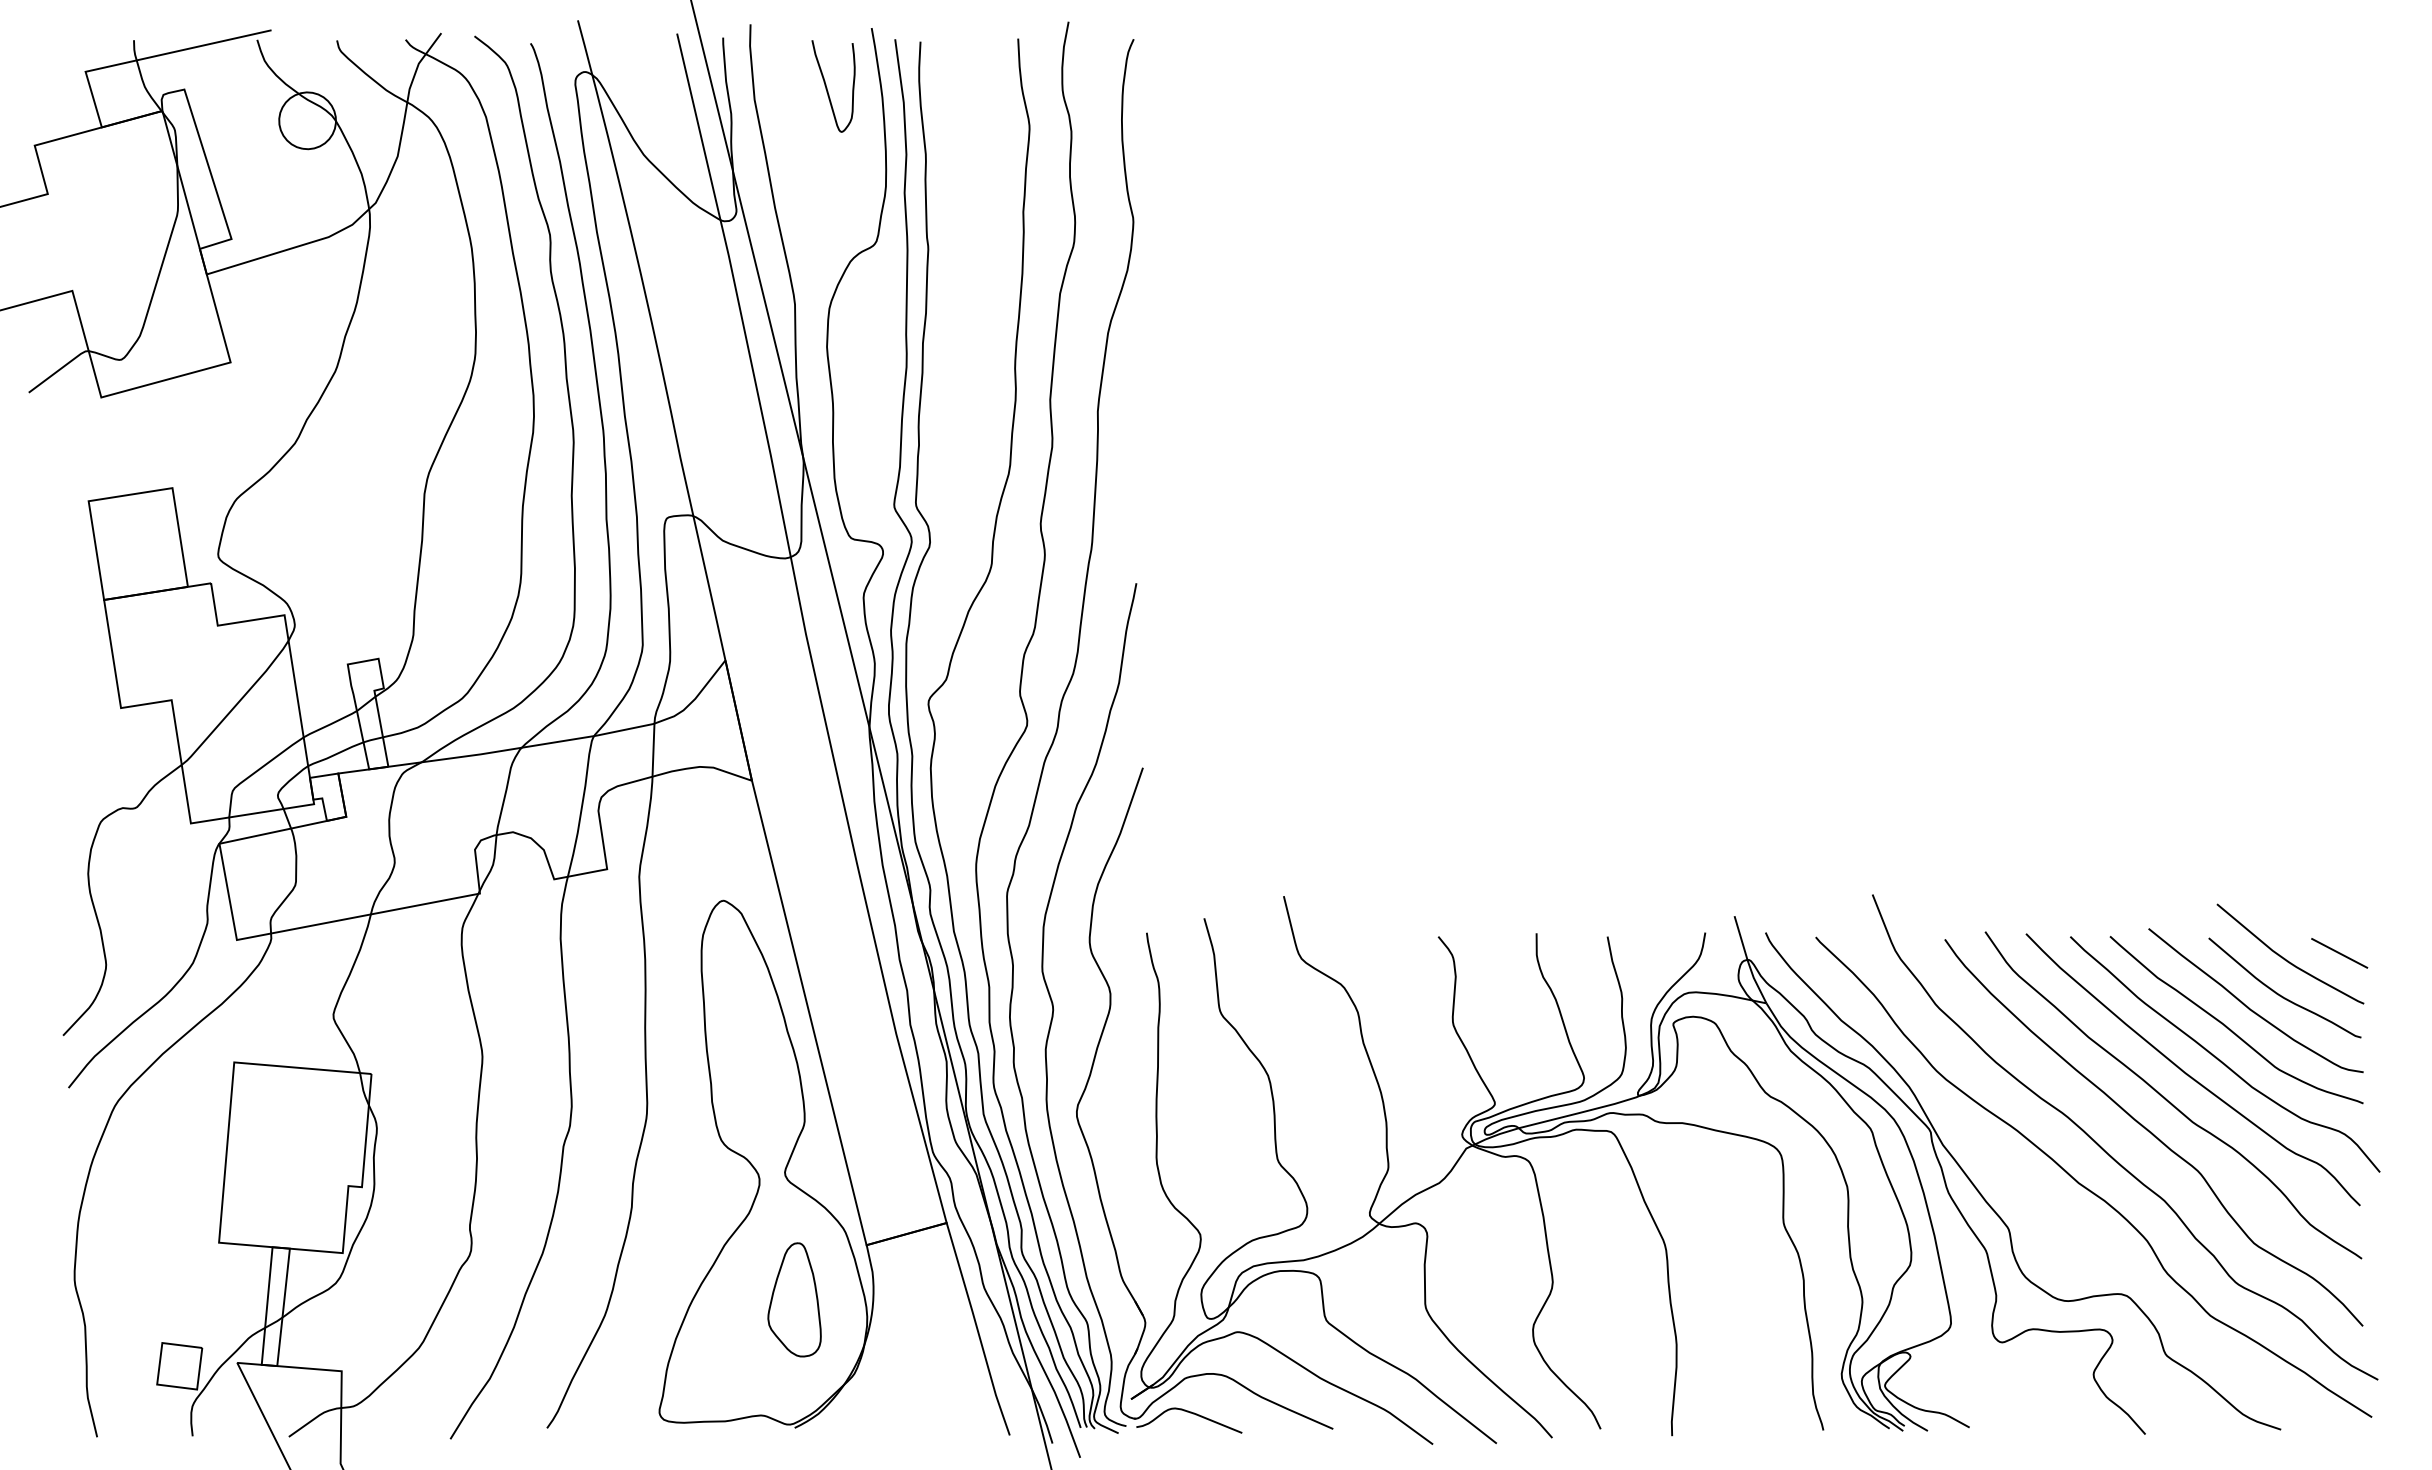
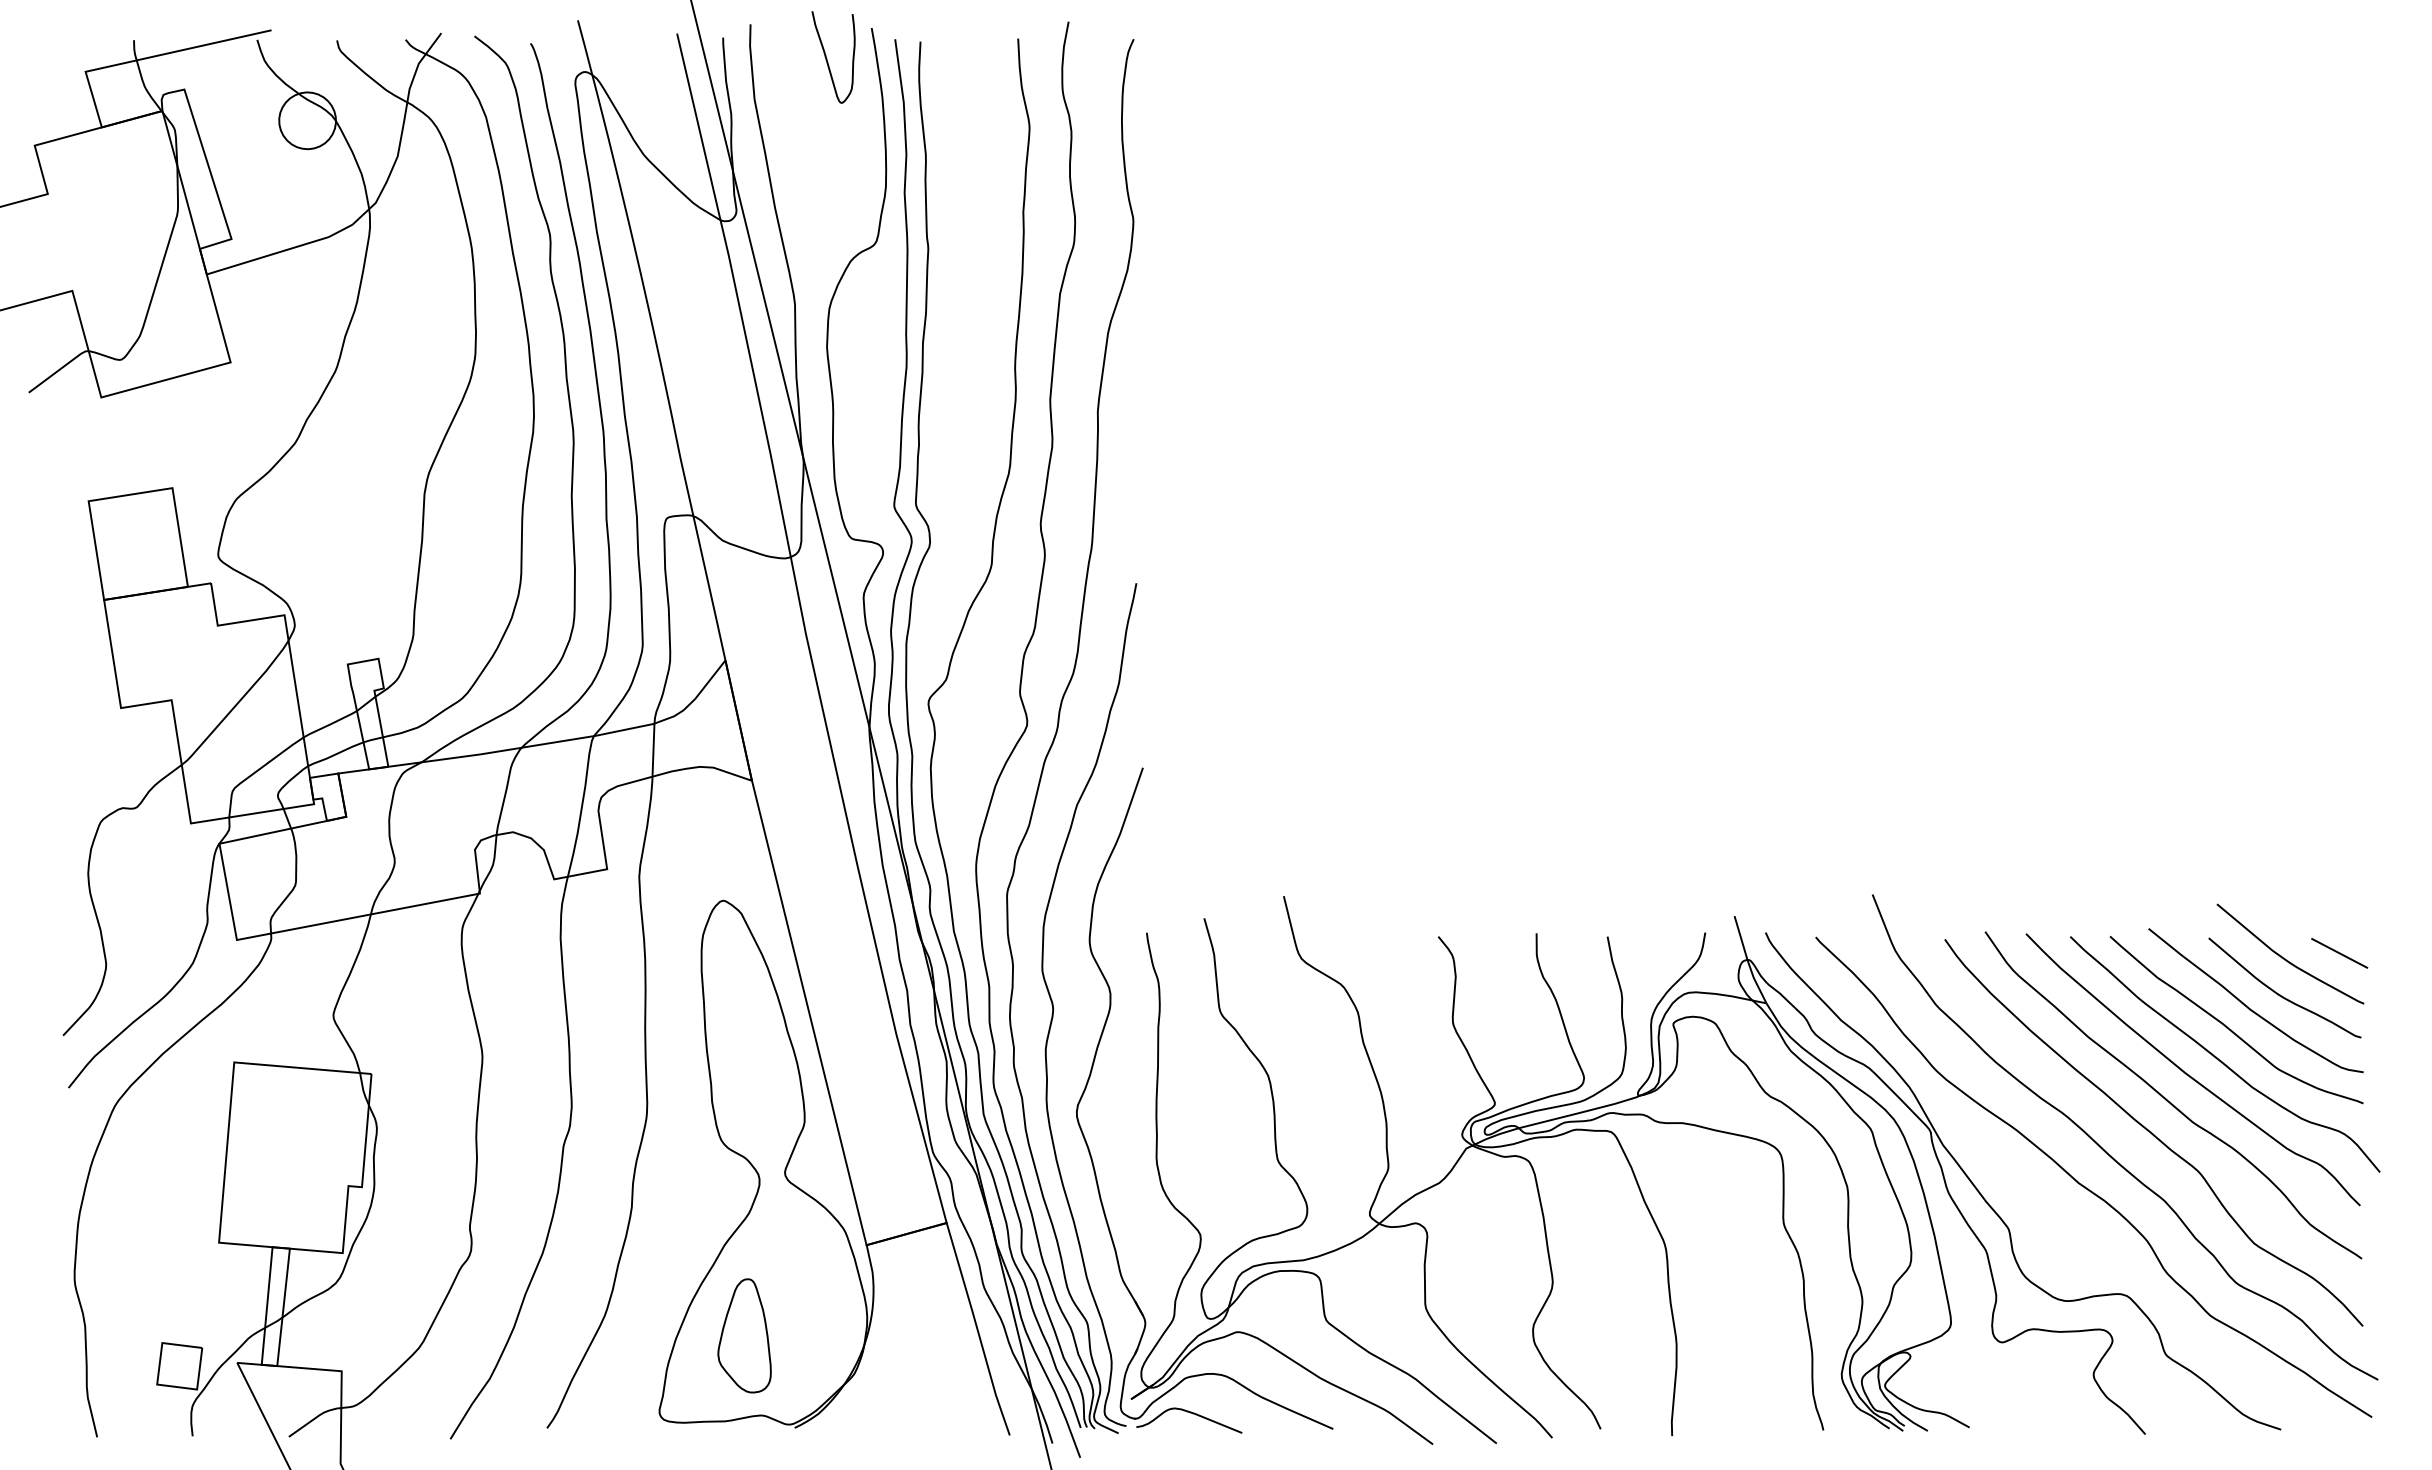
curve at (827, 87) position: (827, 87) -> (827, 58)
part at (794, 1299) position: (794, 1299) -> (744, 1335)
